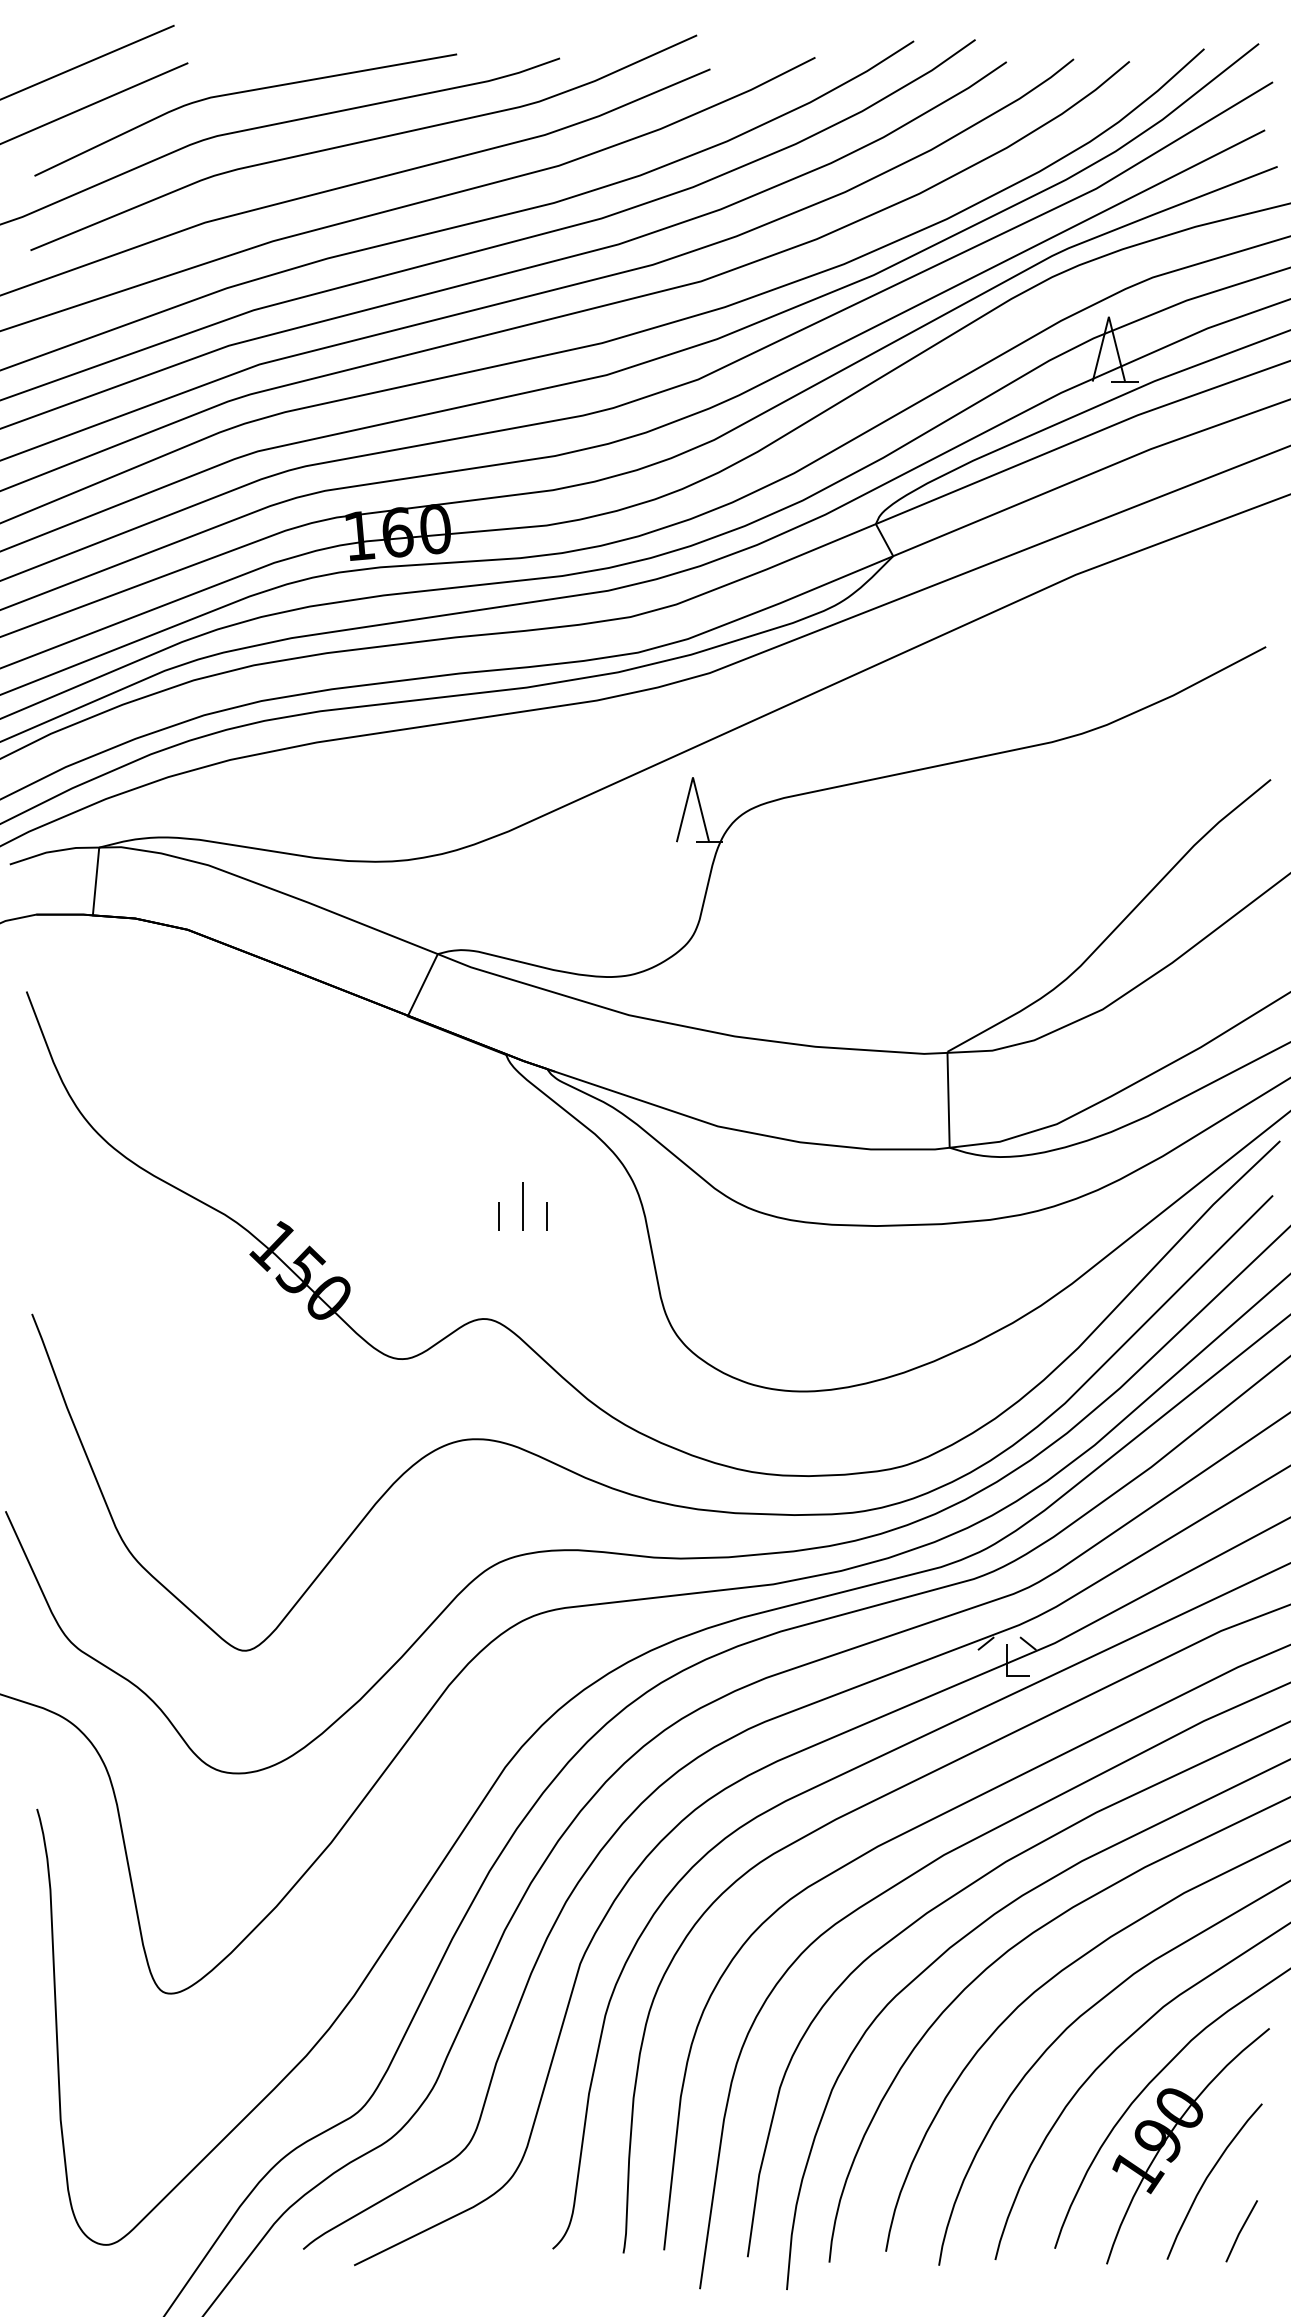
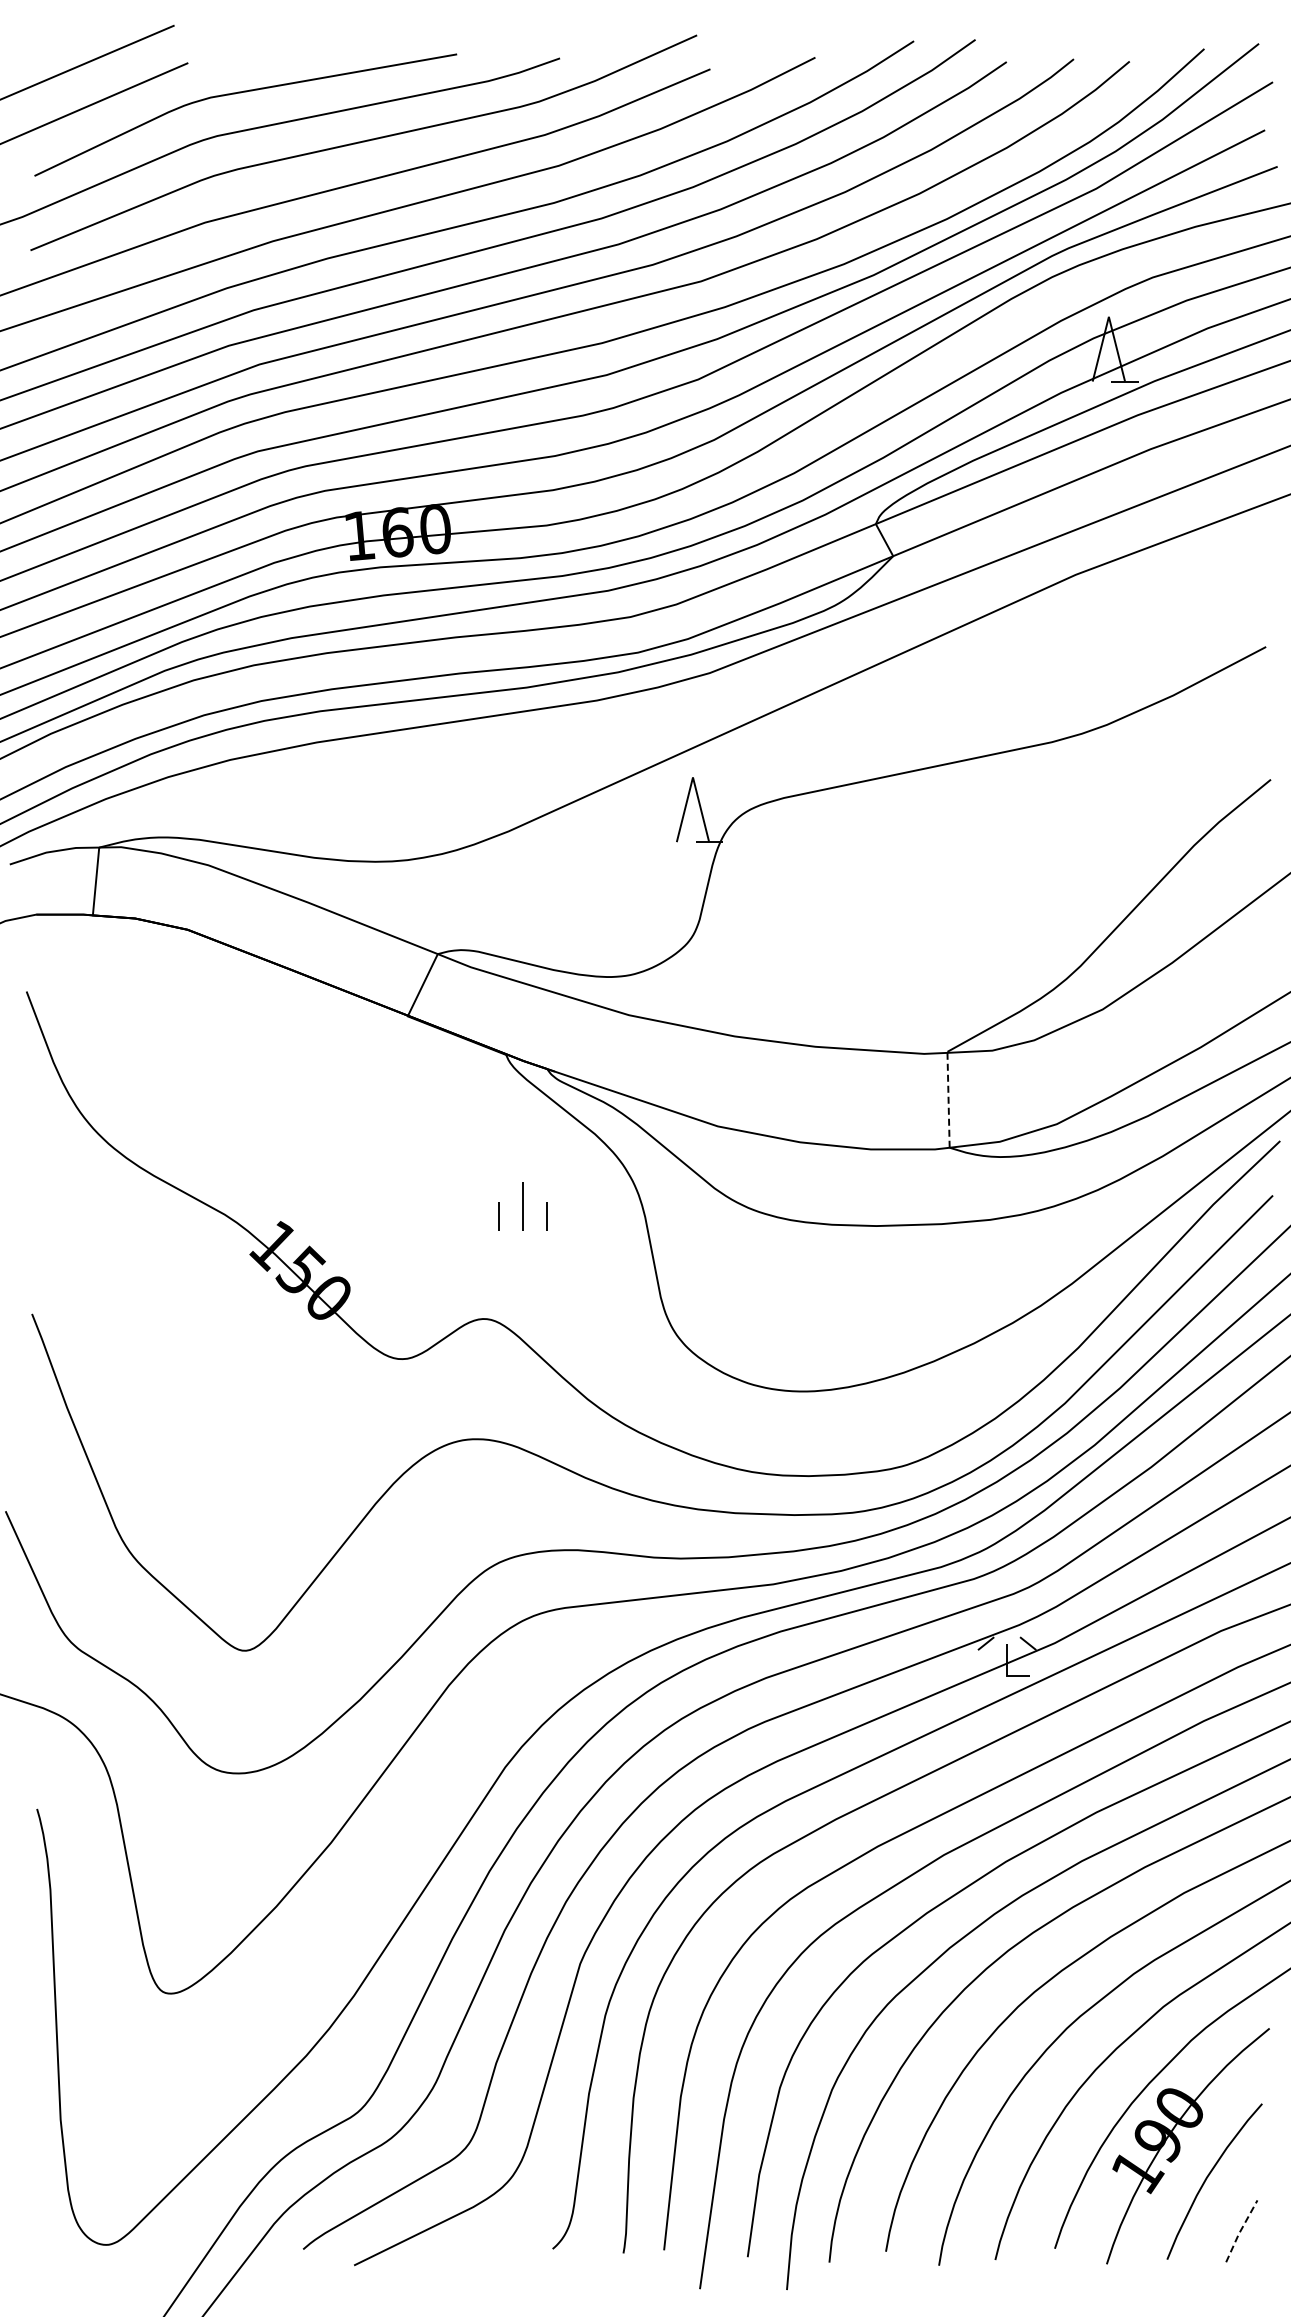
line at (948, 1098): solid -> dashed
line at (1240, 2230): solid -> dashed
